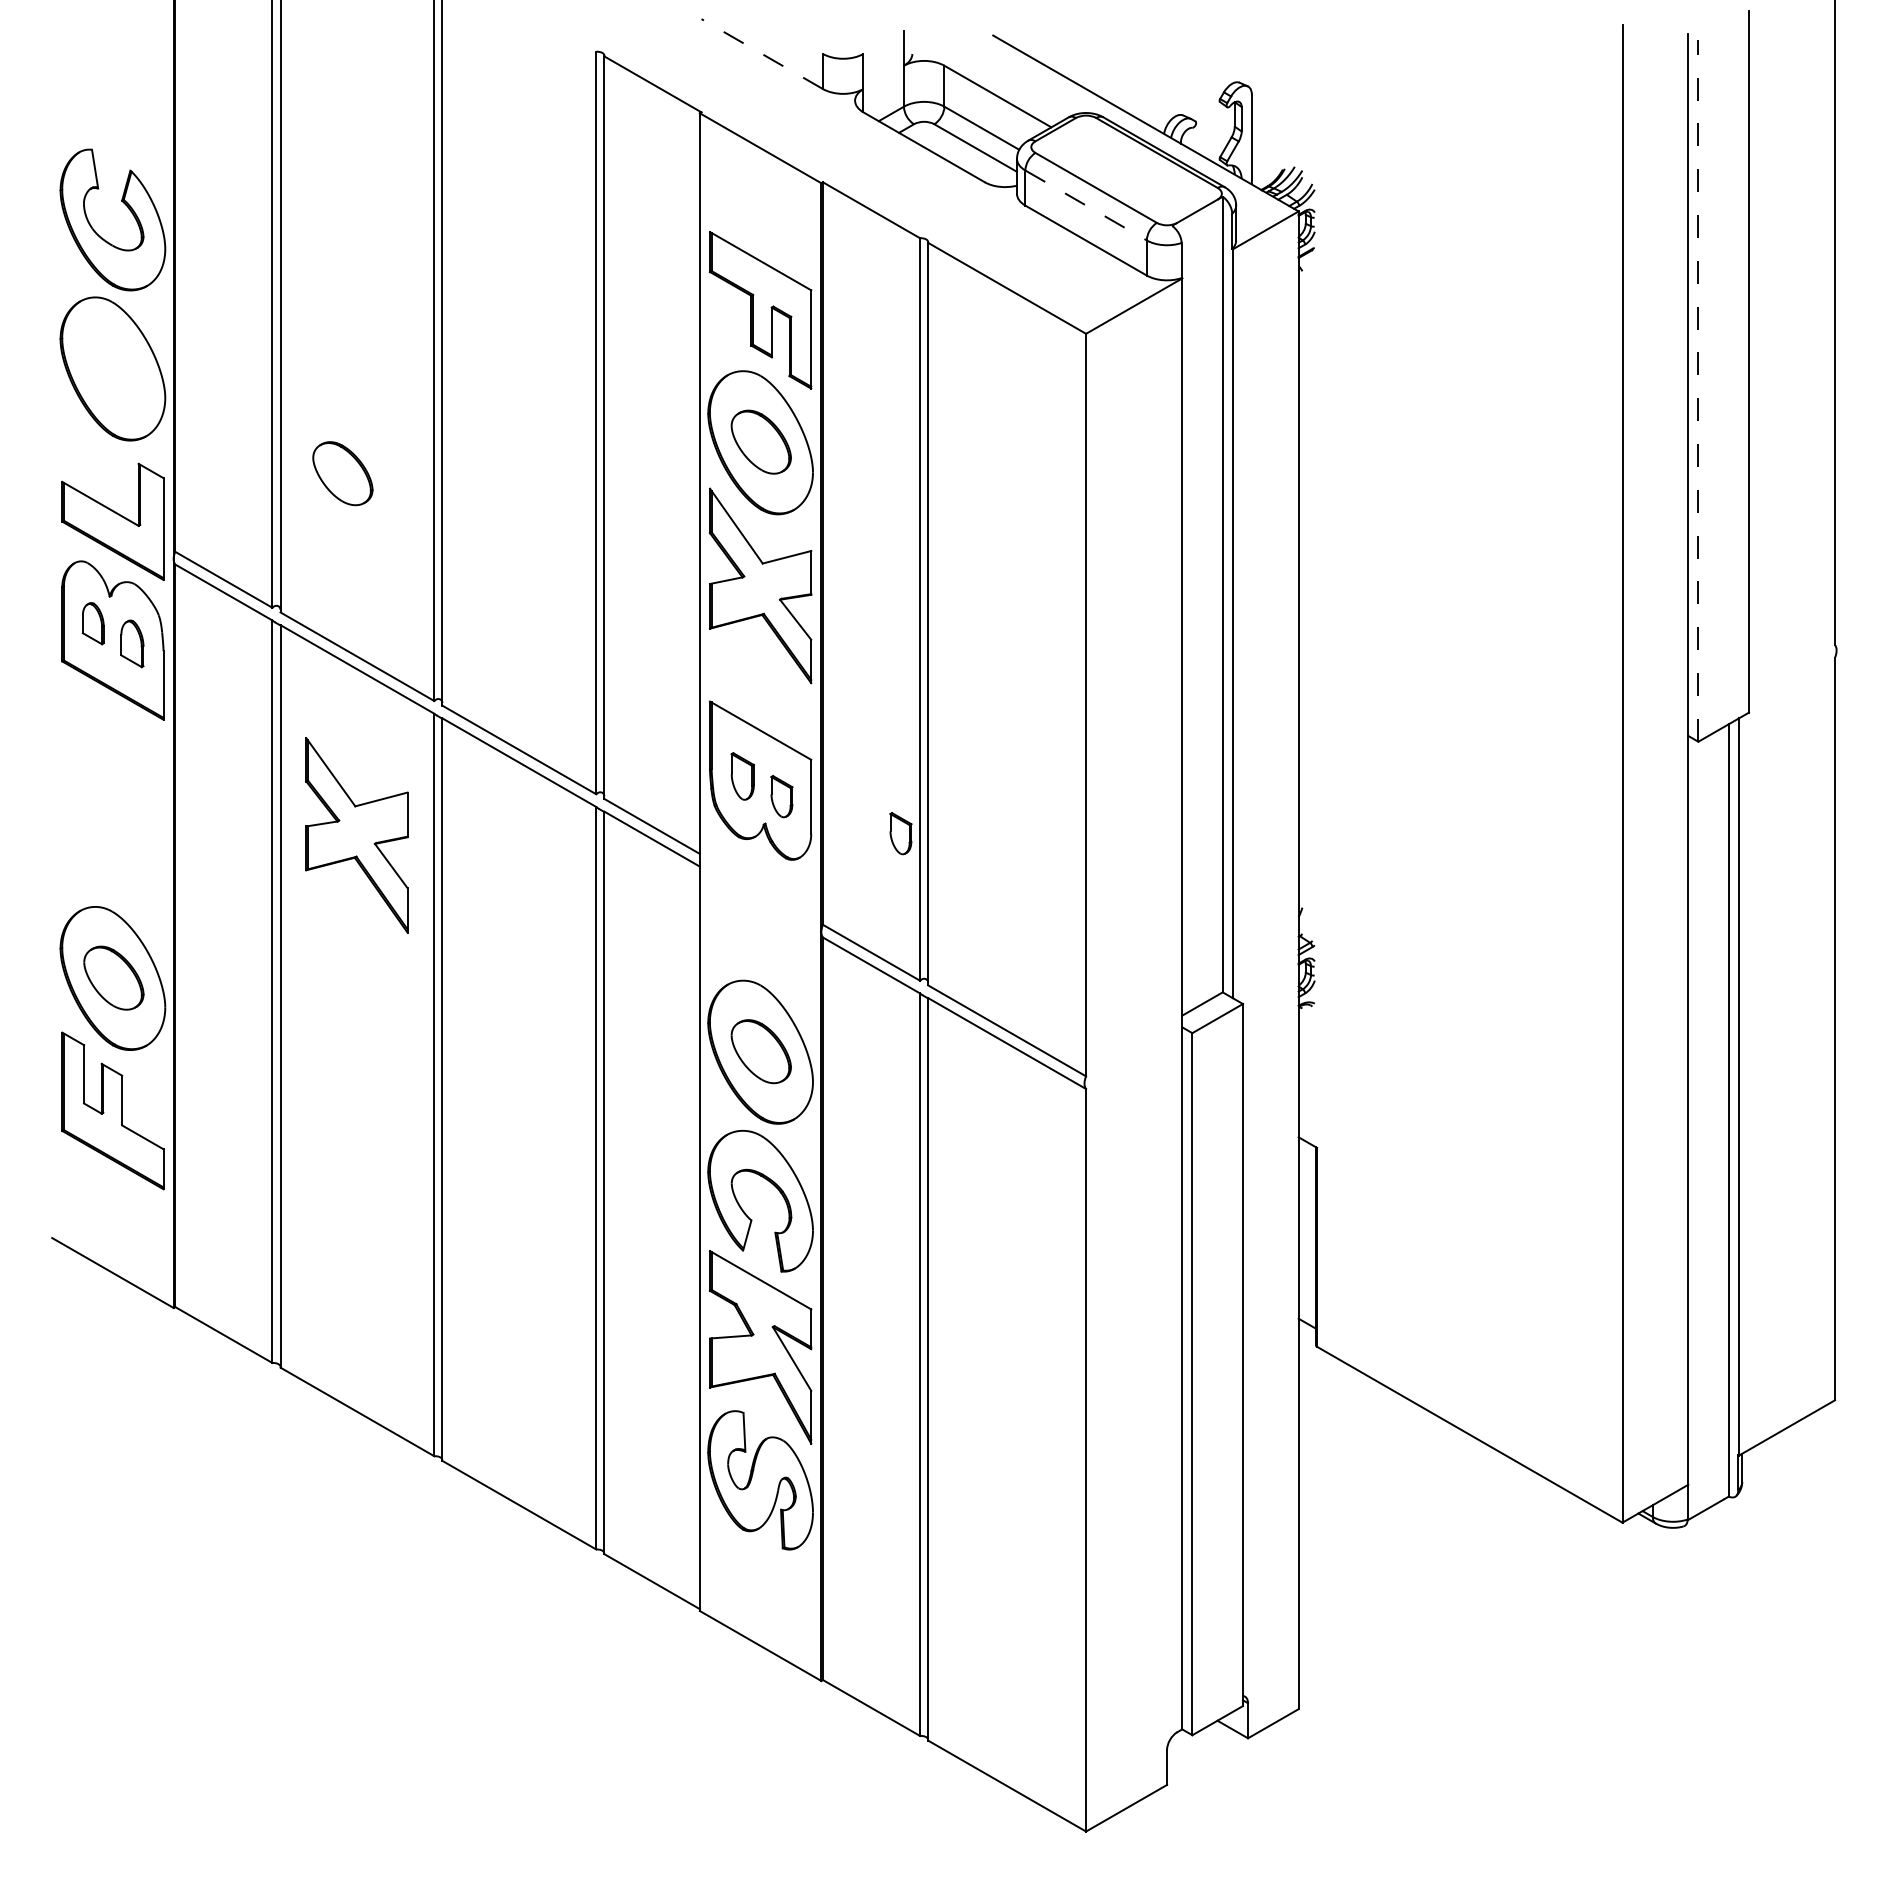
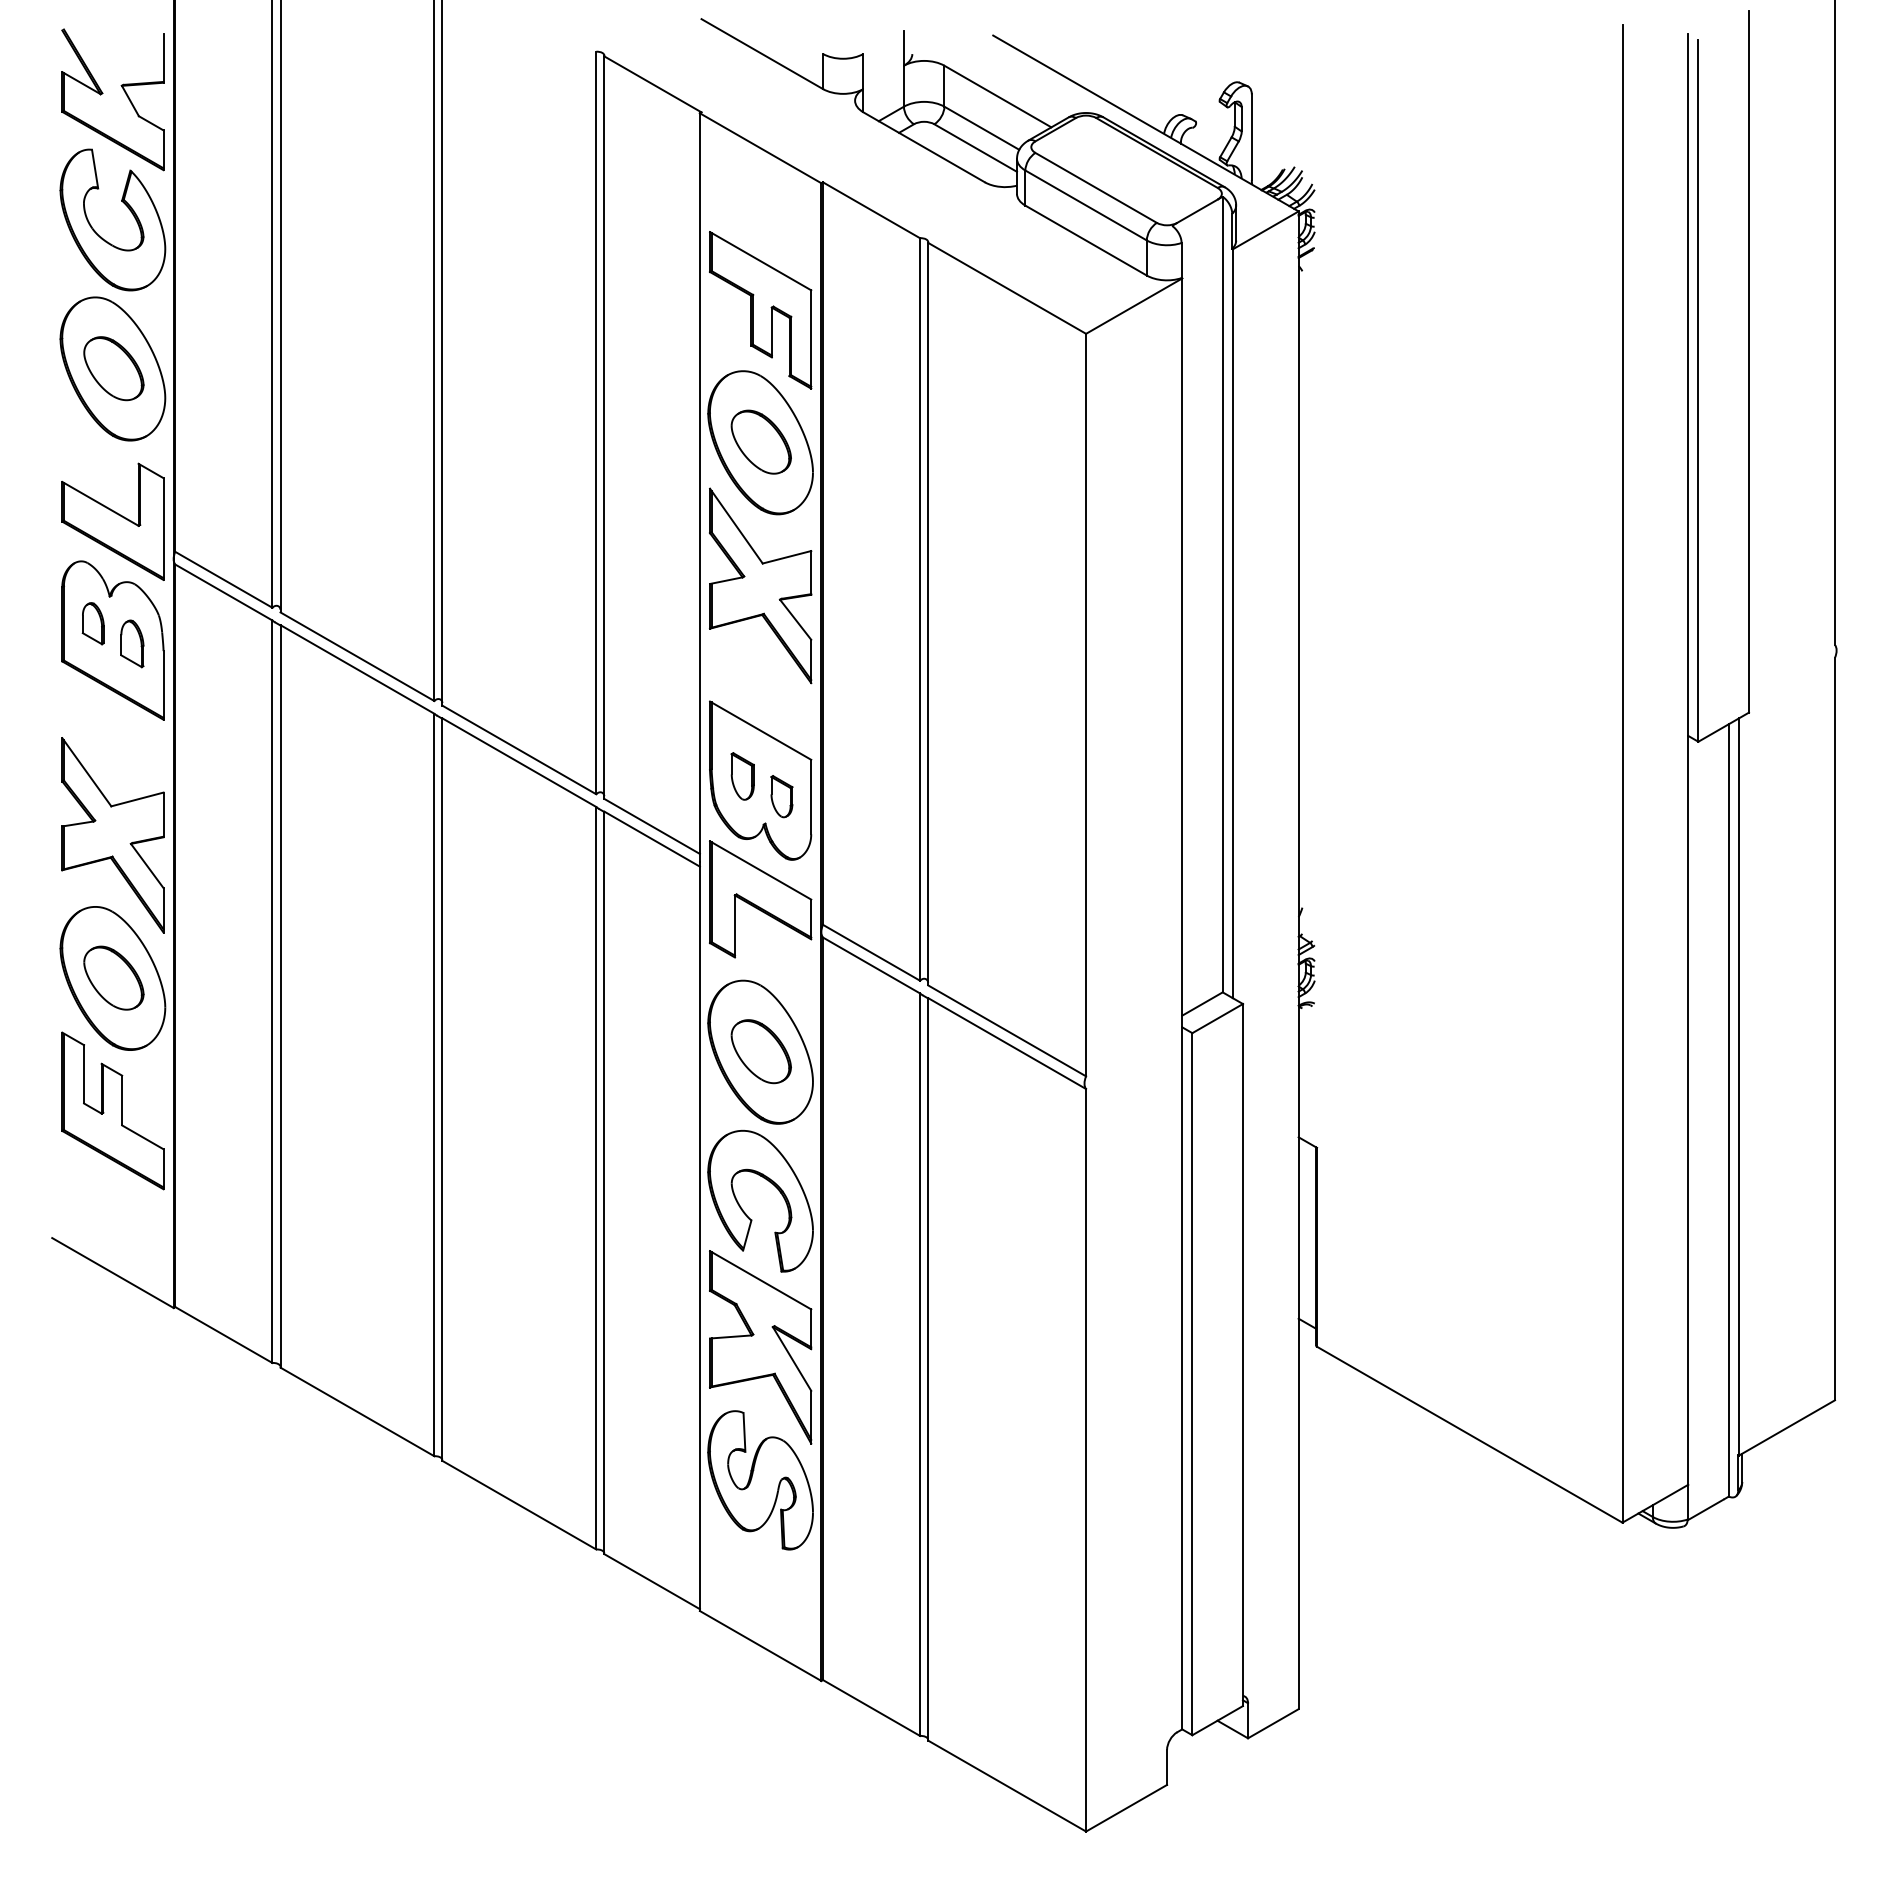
line at (761, 53): dashed -> solid
part at (103, 93): none -> present
line at (1086, 205): dashed -> solid
line at (1698, 390): dashed -> solid
part at (342, 473) position: (342, 473) -> (113, 368)
part at (900, 833): present -> none
part at (356, 835) position: (356, 835) -> (112, 835)
part at (760, 899): none -> present
